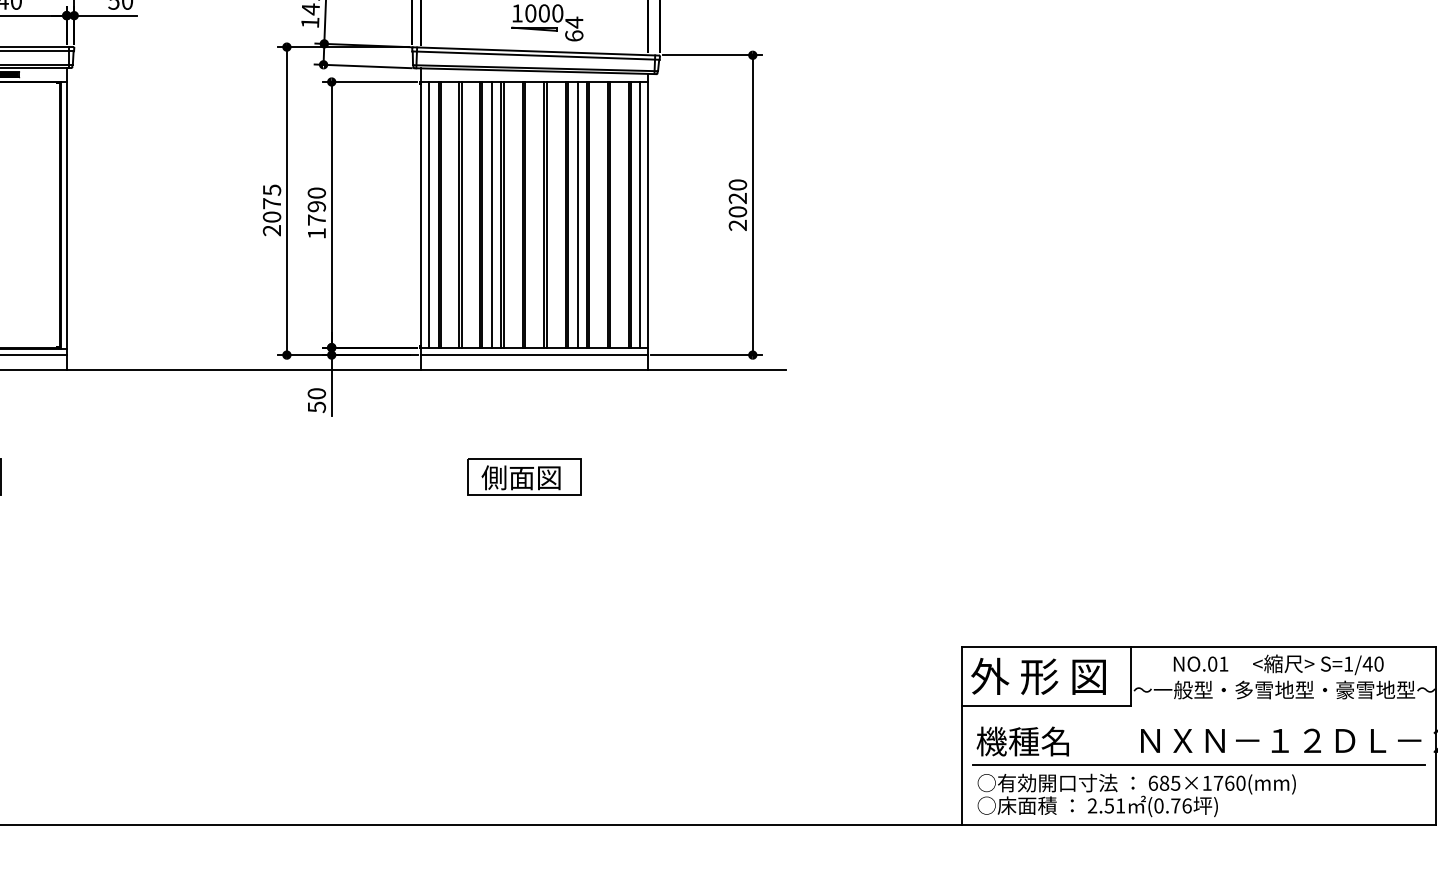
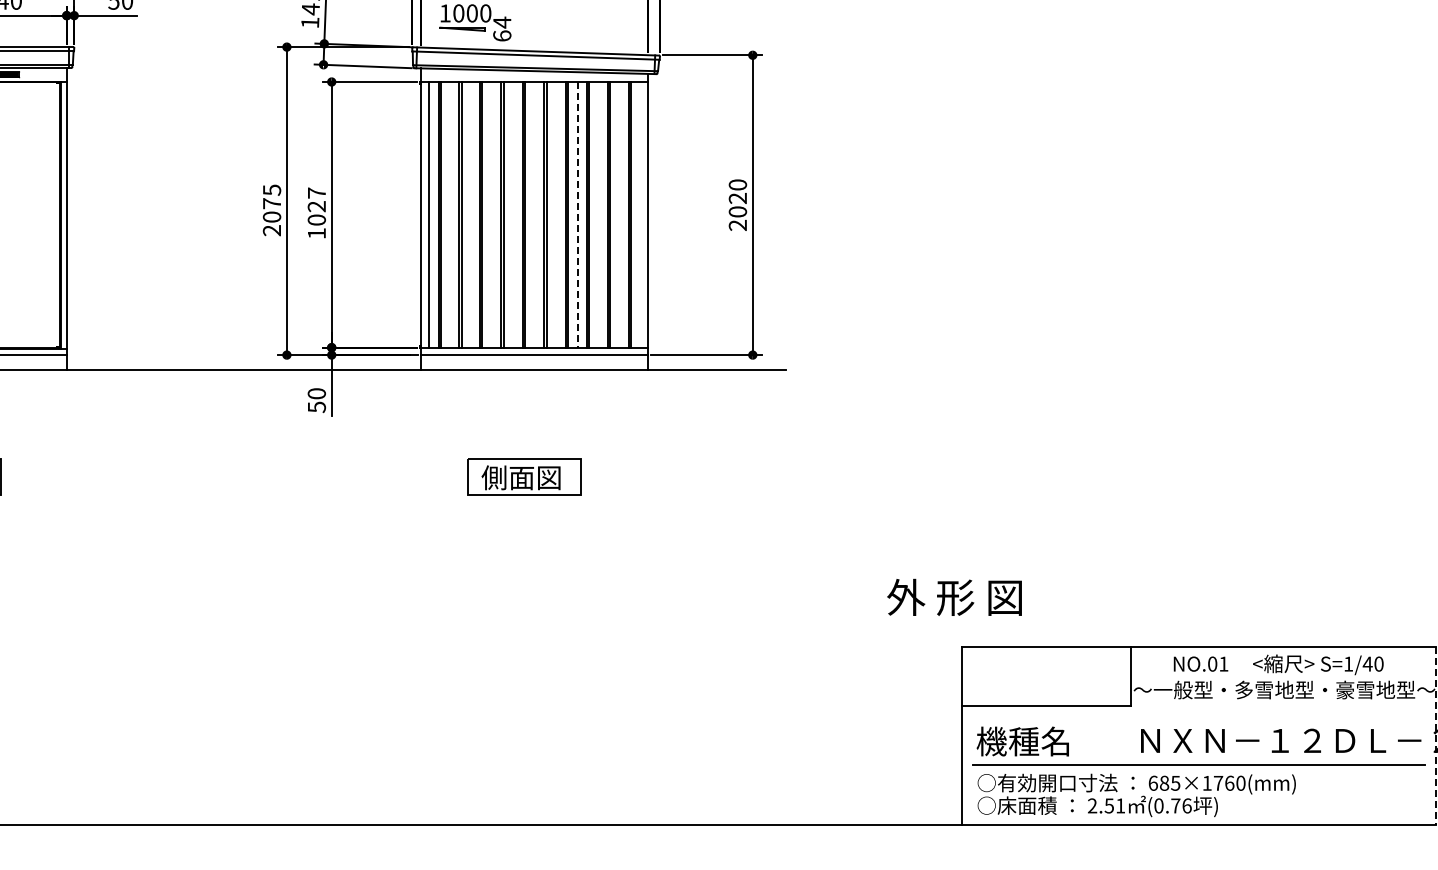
part at (547, 22) position: (547, 22) -> (475, 22)
text at (316, 206): 1790 -> 1027
line at (491, 214): present -> none
line at (577, 214): solid -> dashed
line at (640, 214): present -> none
text at (1038, 675) position: (1038, 675) -> (954, 596)
line at (1436, 736): solid -> dashed
